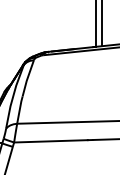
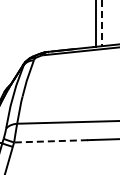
line at (102, 23): solid -> dashed
line at (50, 141): solid -> dashed
